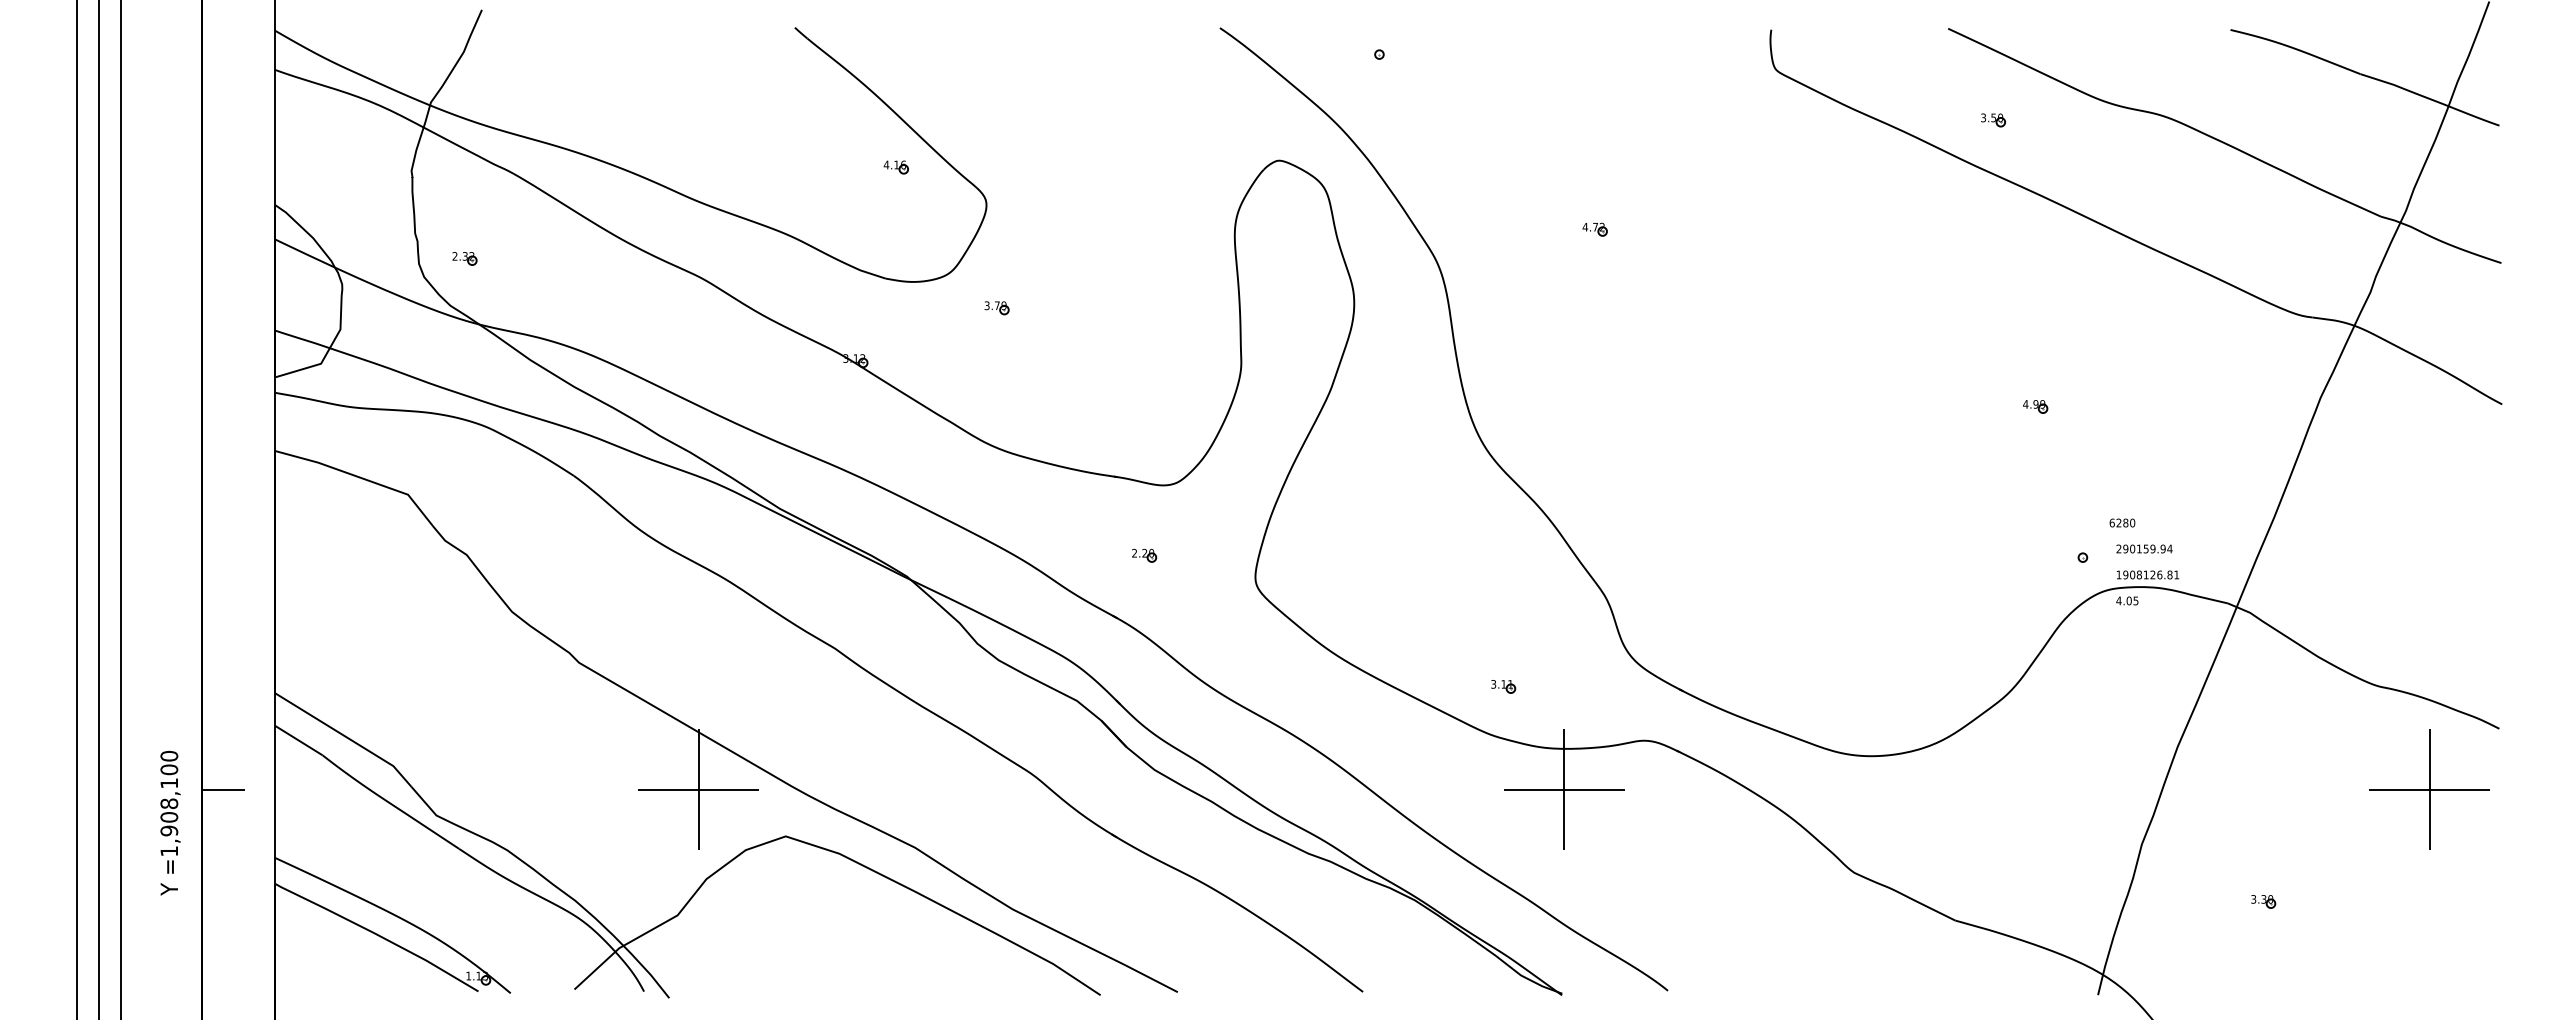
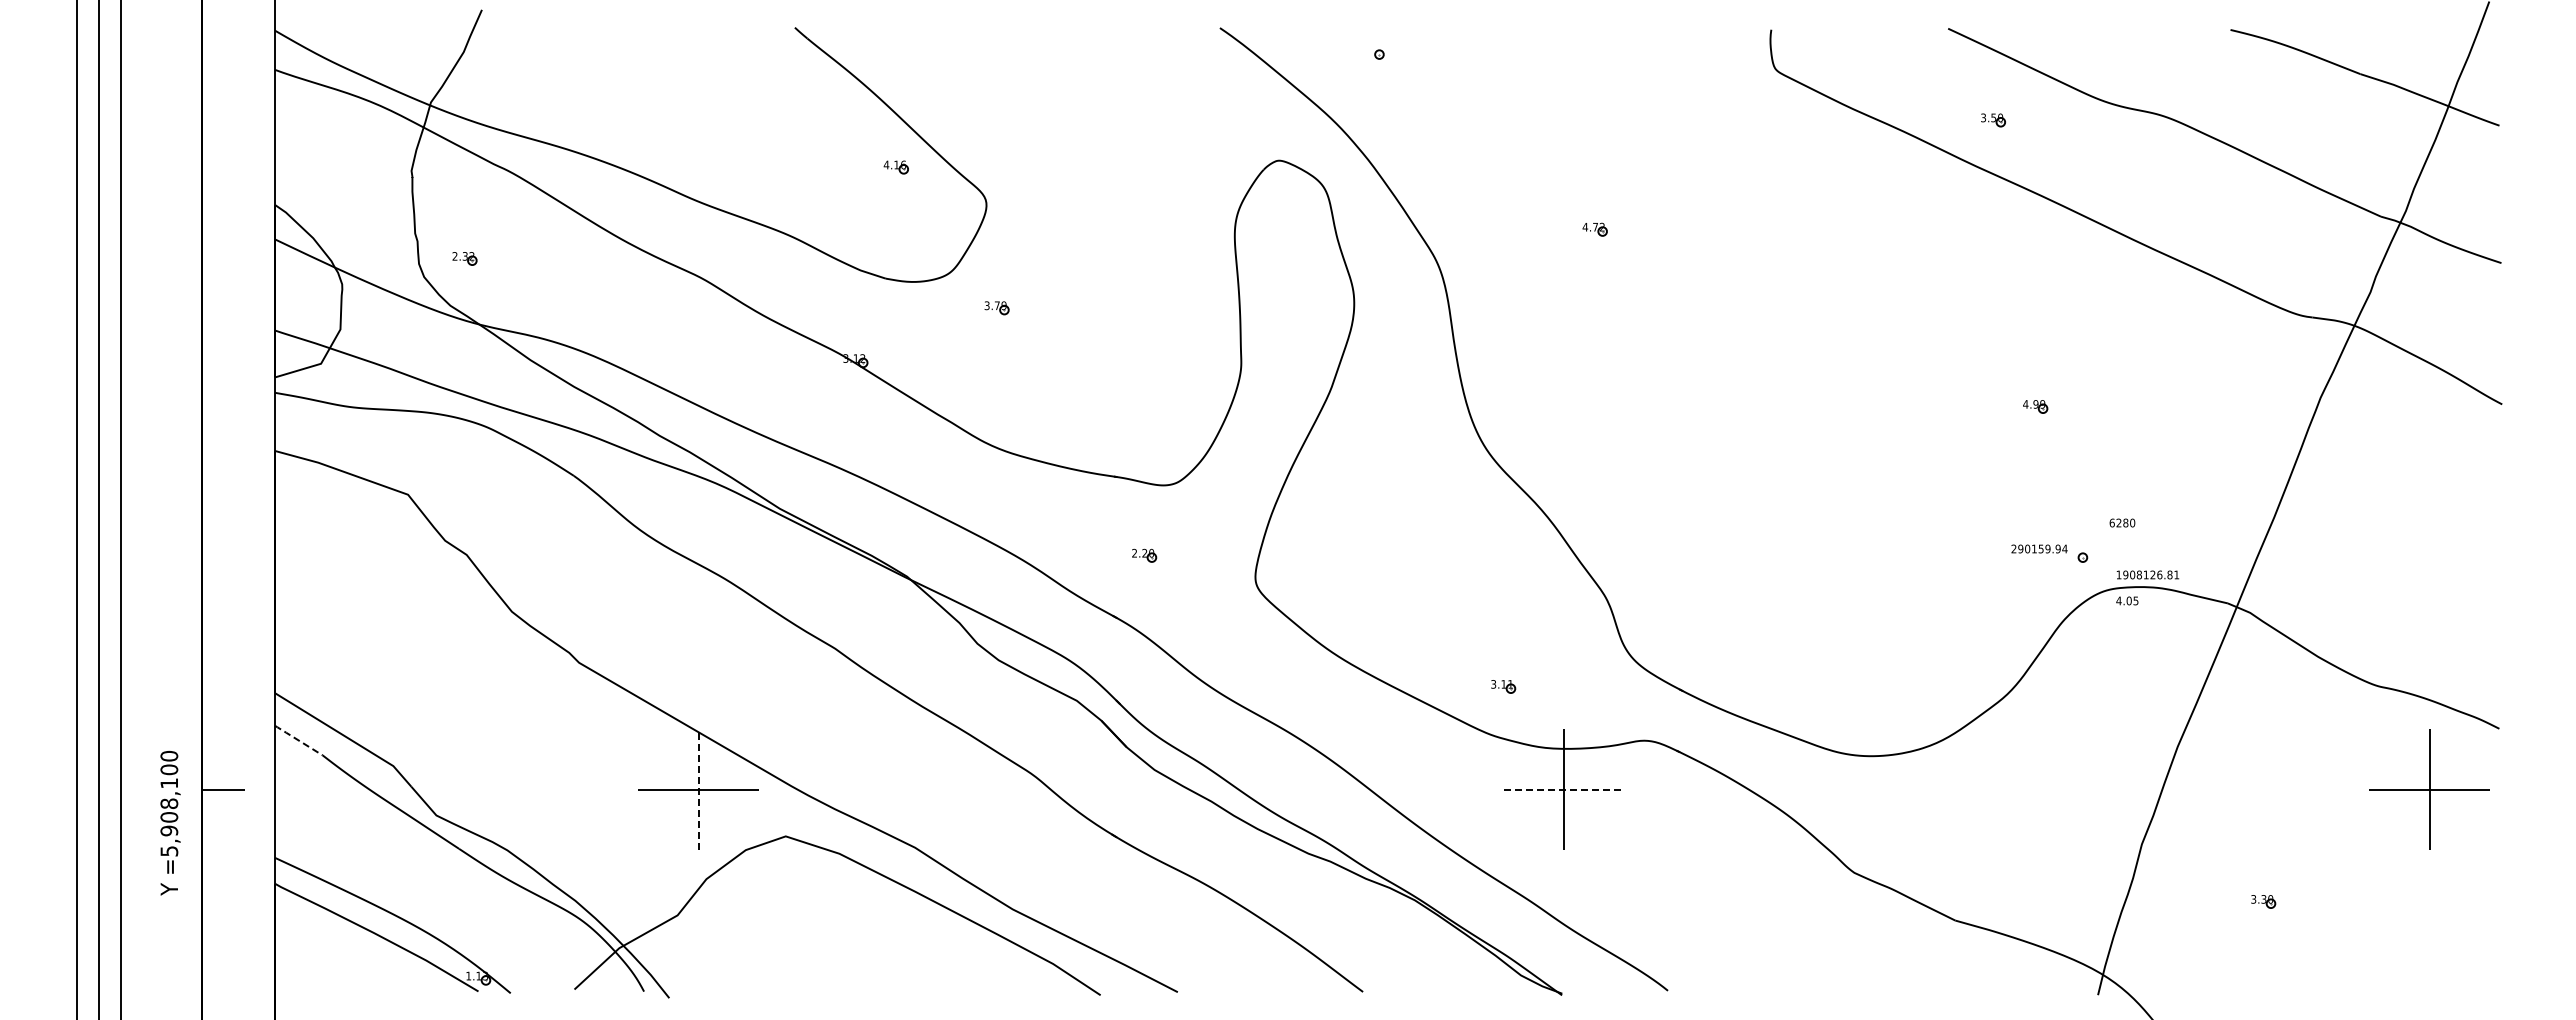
text at (2144, 548) position: (2144, 548) -> (2039, 548)
line at (298, 740): solid -> dashed
line at (698, 789): solid -> dashed
line at (1564, 789): solid -> dashed
text at (169, 851): =1,908,100 -> =5,908,100
